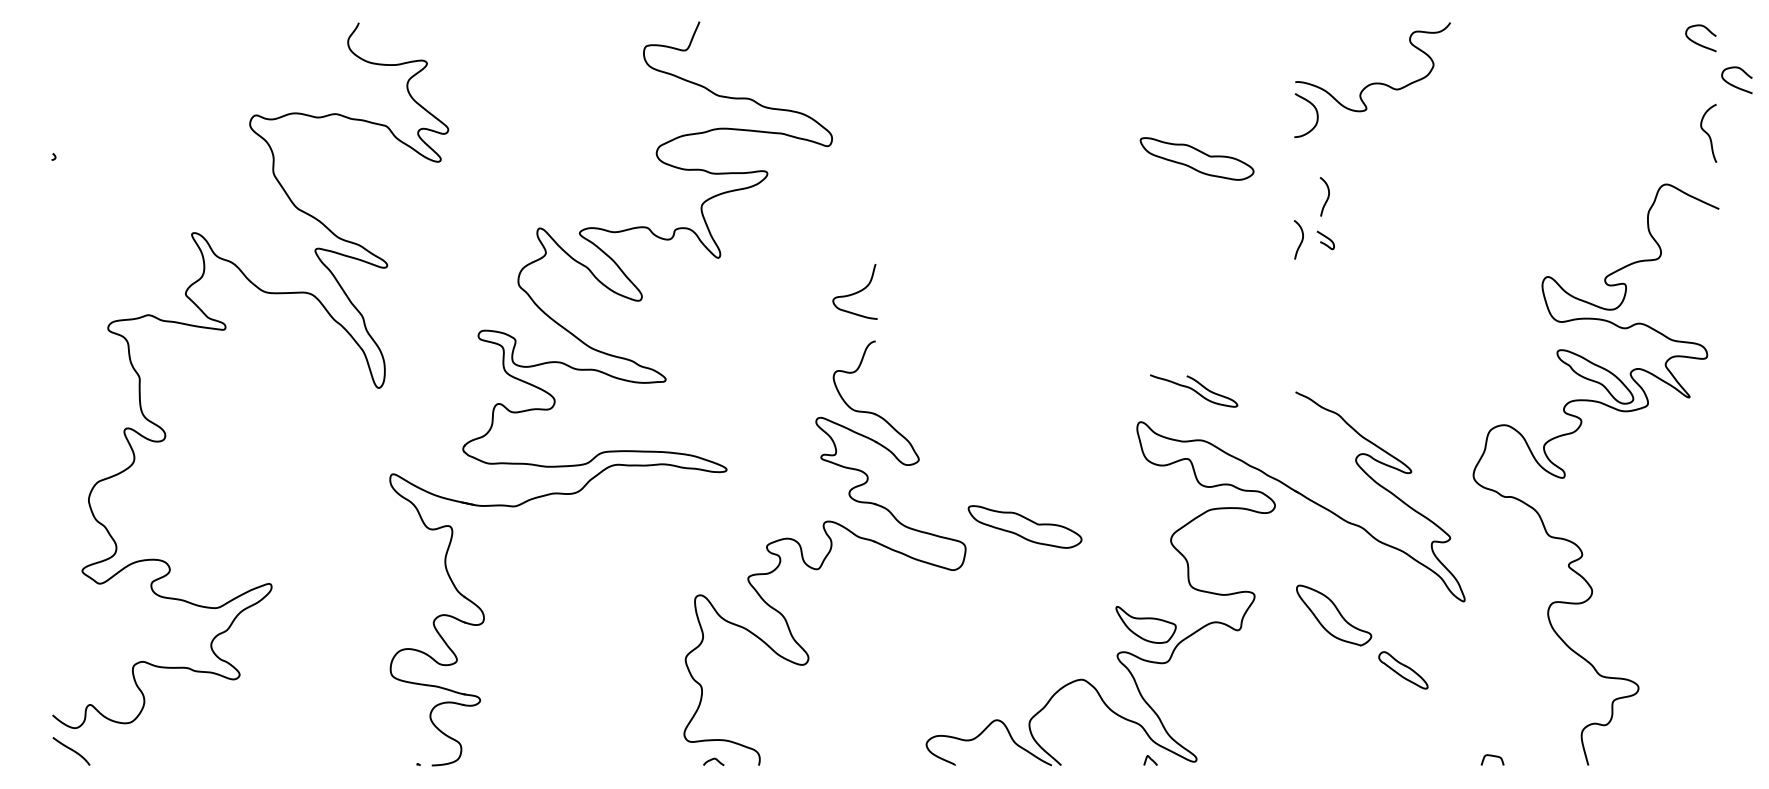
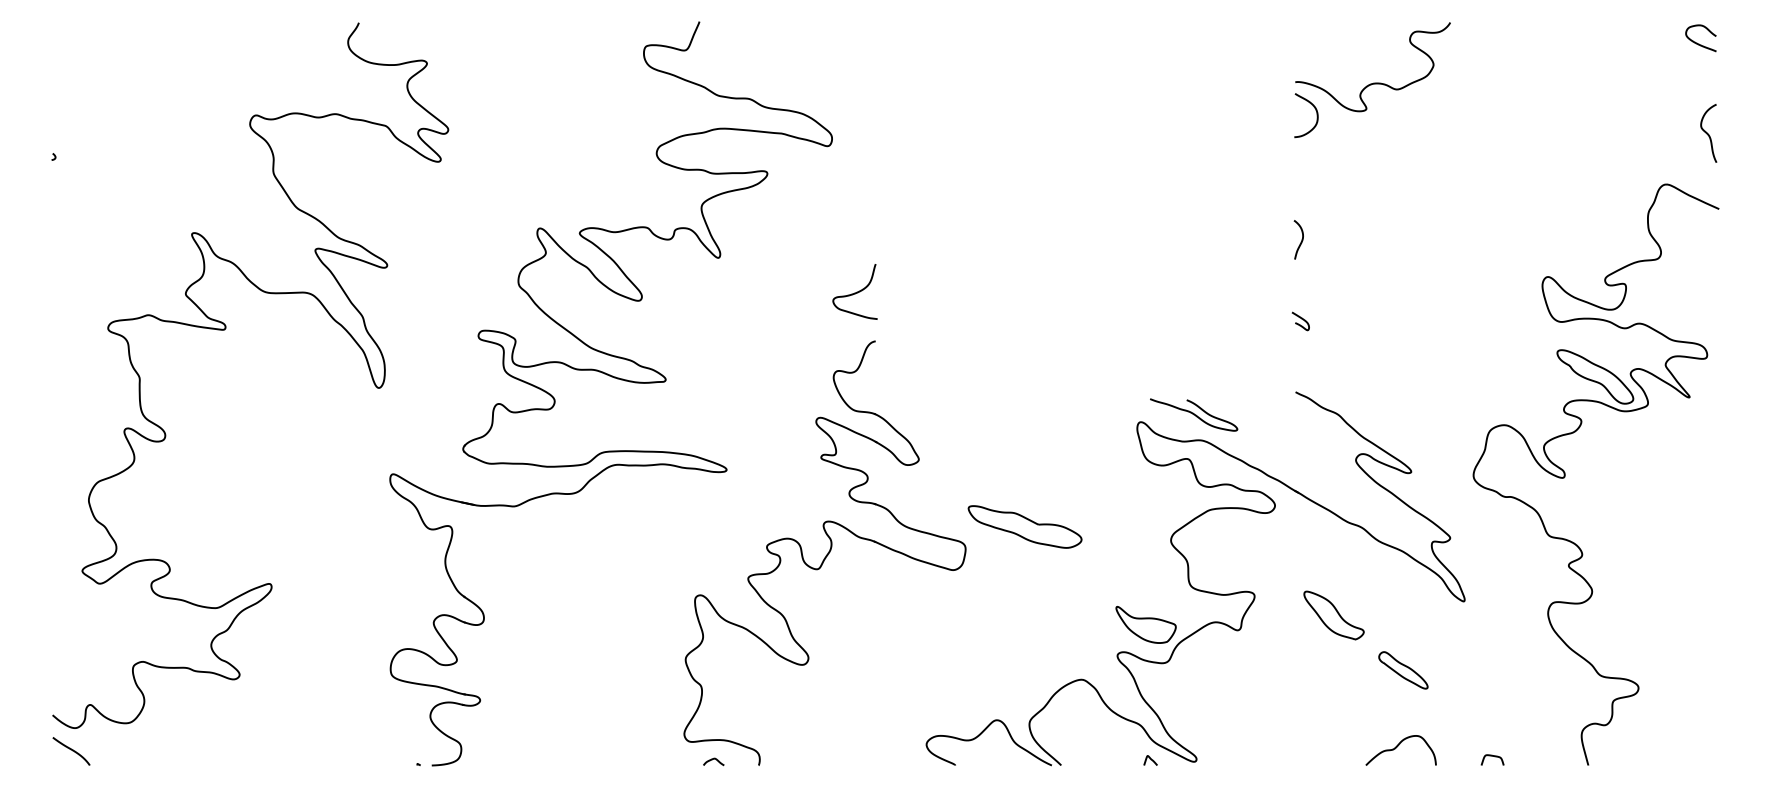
curve at (1733, 84): present -> none
part at (1196, 158): present -> none
curve at (1327, 196): present -> none
curve at (1326, 238) position: (1326, 238) -> (1301, 319)
curve at (1194, 390) position: (1194, 390) -> (1194, 414)
part at (1334, 615) size: 77x63 px -> 62x51 px
curve at (1397, 747): none -> present
